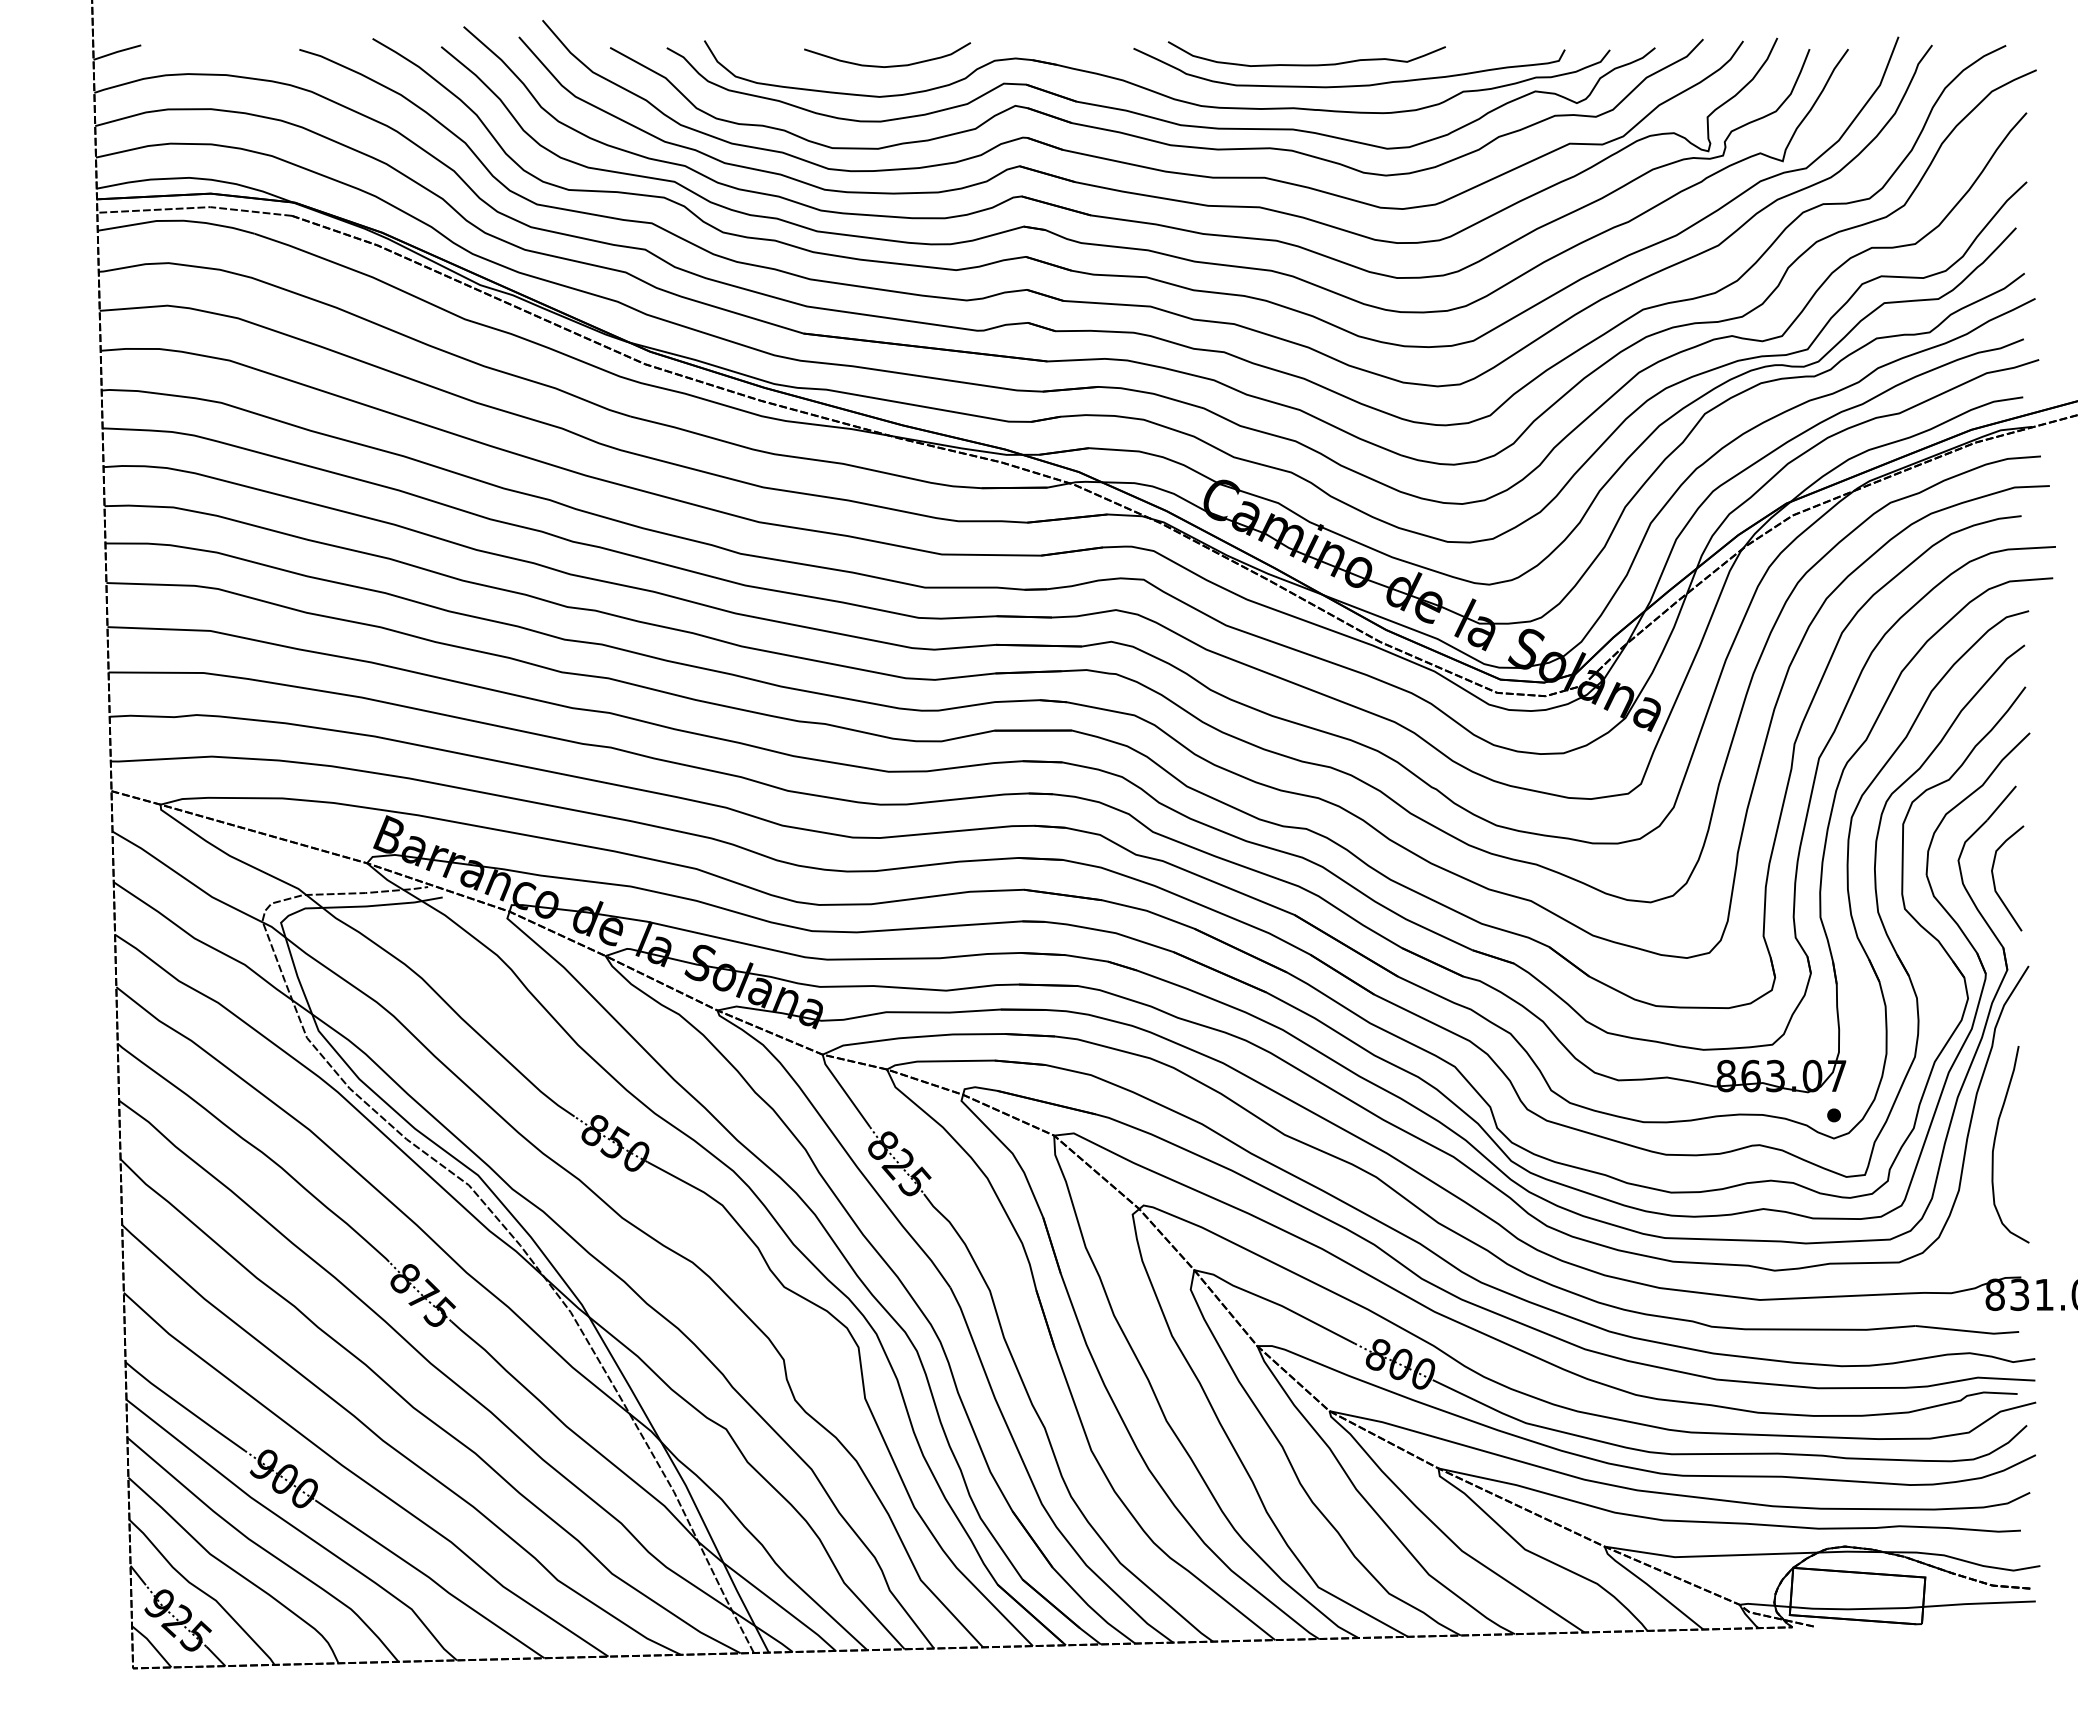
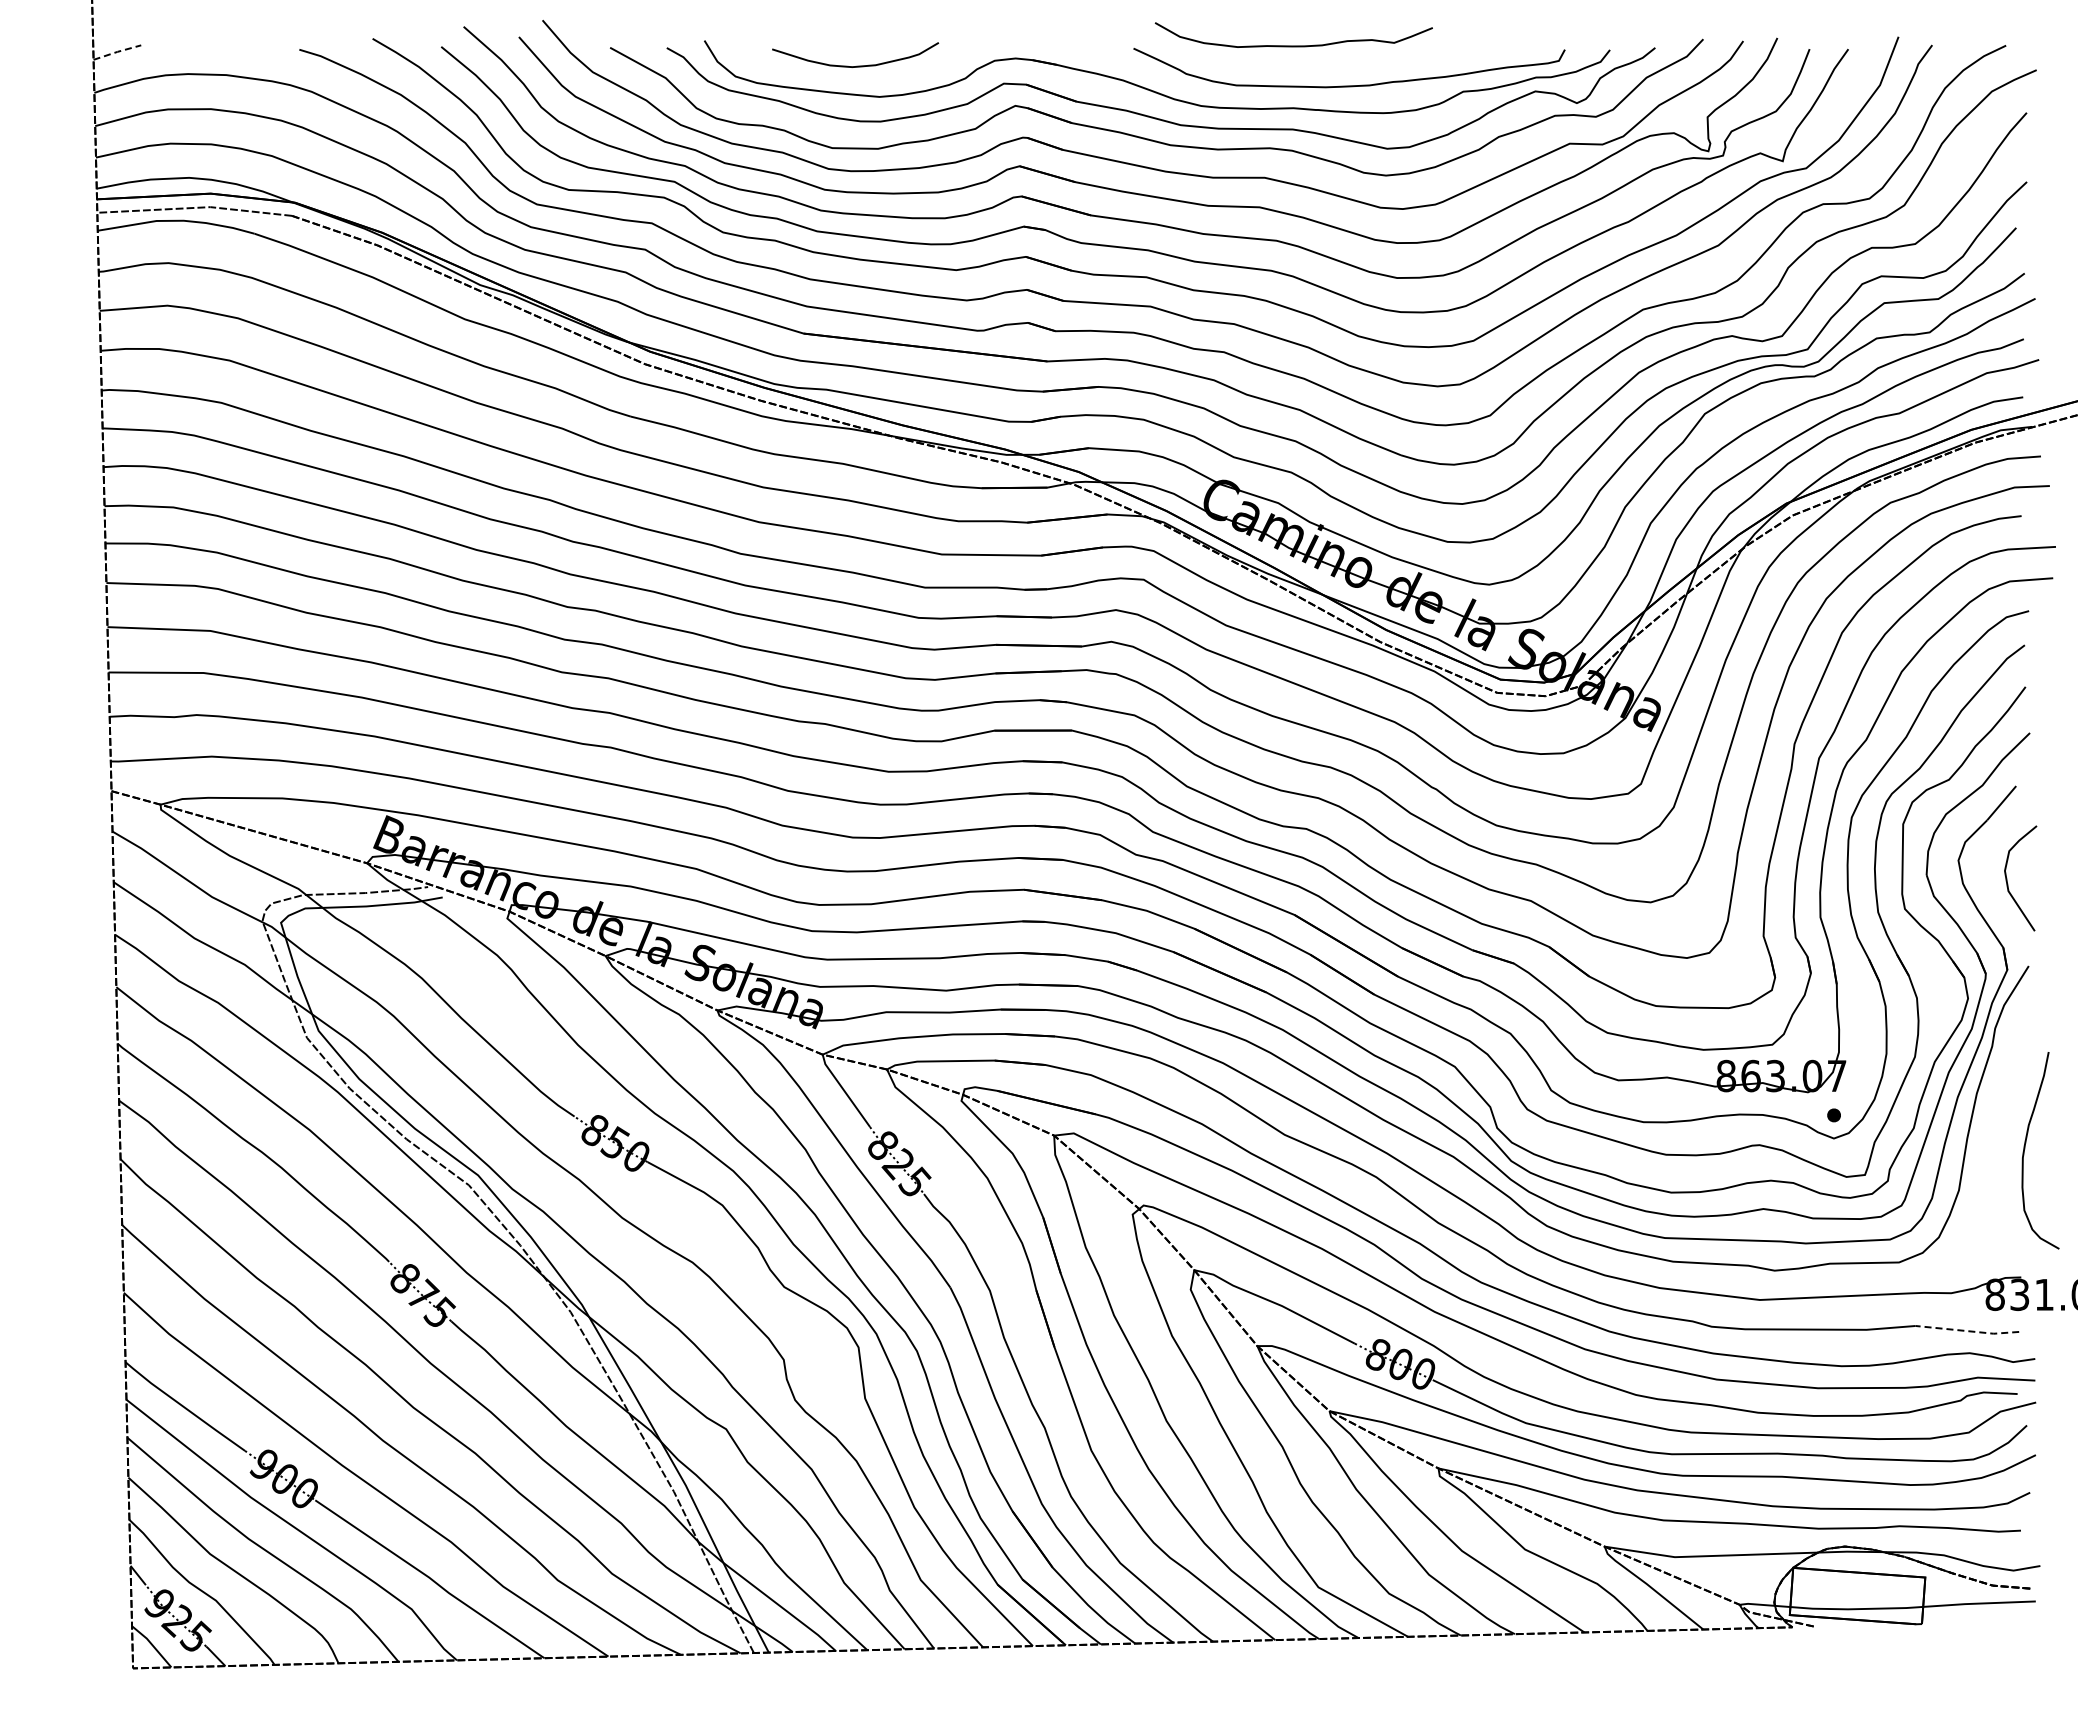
line at (117, 51): solid -> dashed
curve at (1306, 64) position: (1306, 64) -> (1293, 45)
curve at (888, 65) position: (888, 65) -> (856, 65)
curve at (1994, 878) position: (1994, 878) -> (2007, 878)
curve at (1995, 1143) position: (1995, 1143) -> (2025, 1149)
line at (1968, 1331): solid -> dashed
